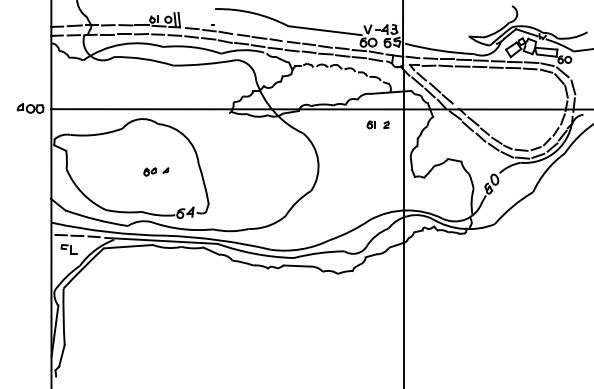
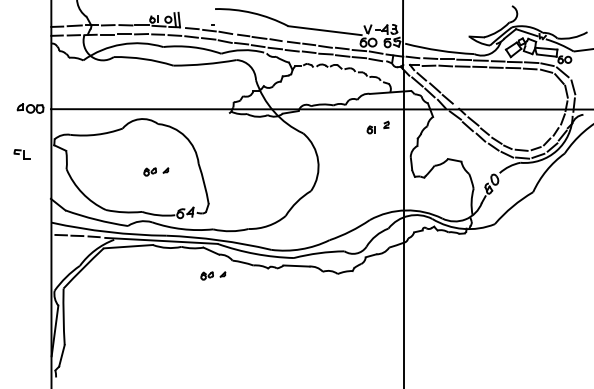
part at (370, 124) position: (370, 124) -> (370, 129)
part at (68, 249) position: (68, 249) -> (21, 154)
part at (213, 275): none -> present
